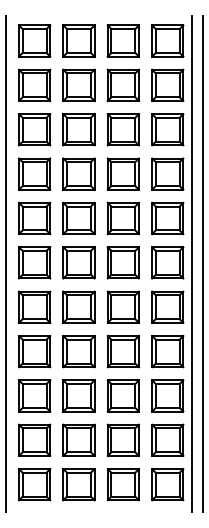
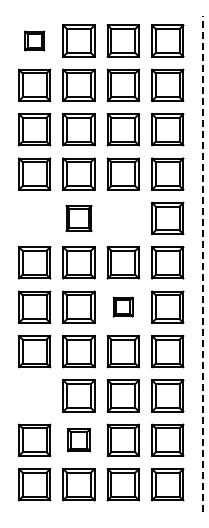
part at (34, 40) size: 34x34 px -> 22x22 px
part at (34, 218): present -> none
part at (78, 218) size: 34x35 px -> 28x27 px
part at (122, 218): present -> none
line at (6, 263): present -> none
line at (192, 263): present -> none
line at (202, 263): solid -> dashed
part at (122, 306) size: 34x34 px -> 22x22 px
part at (34, 395): present -> none
part at (78, 439) size: 34x34 px -> 24x25 px
